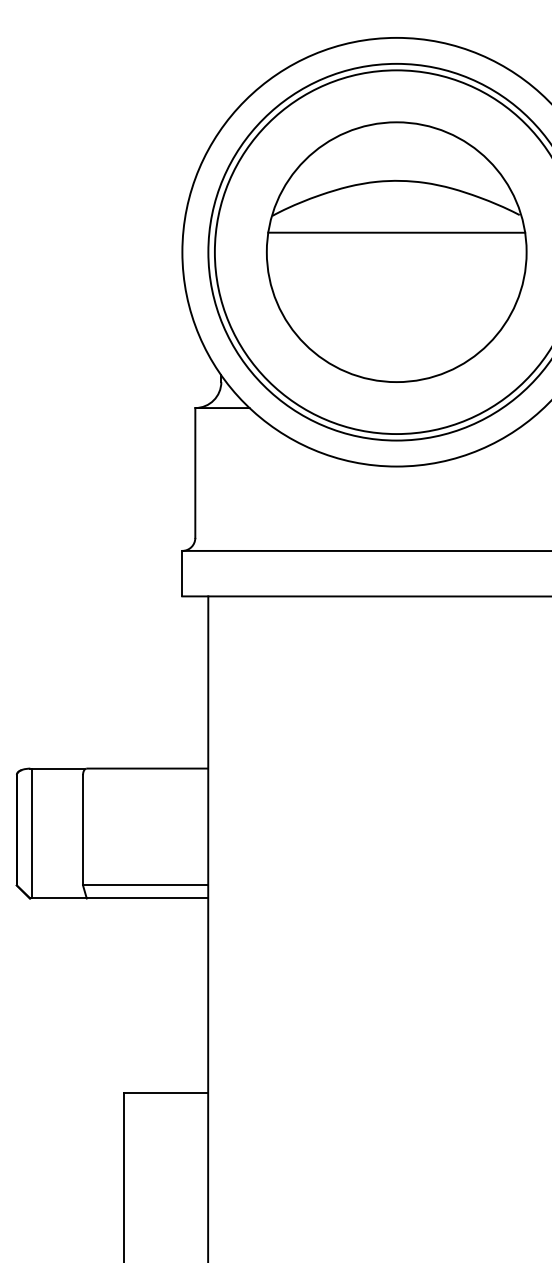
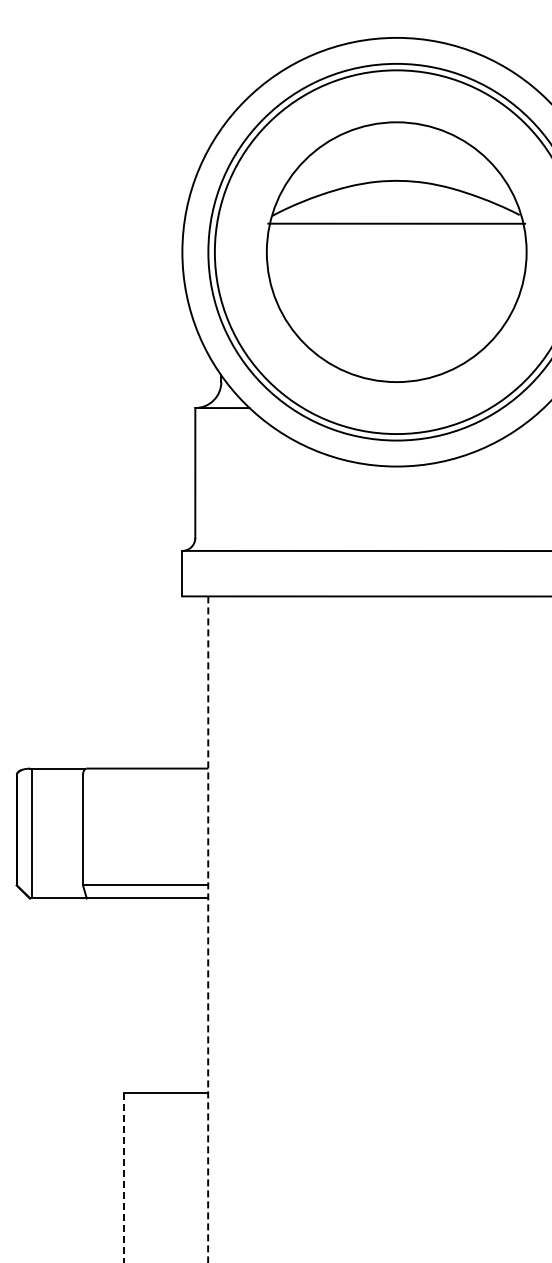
line at (396, 232) position: (396, 232) -> (396, 223)
line at (208, 929): solid -> dashed
line at (123, 1178): solid -> dashed
